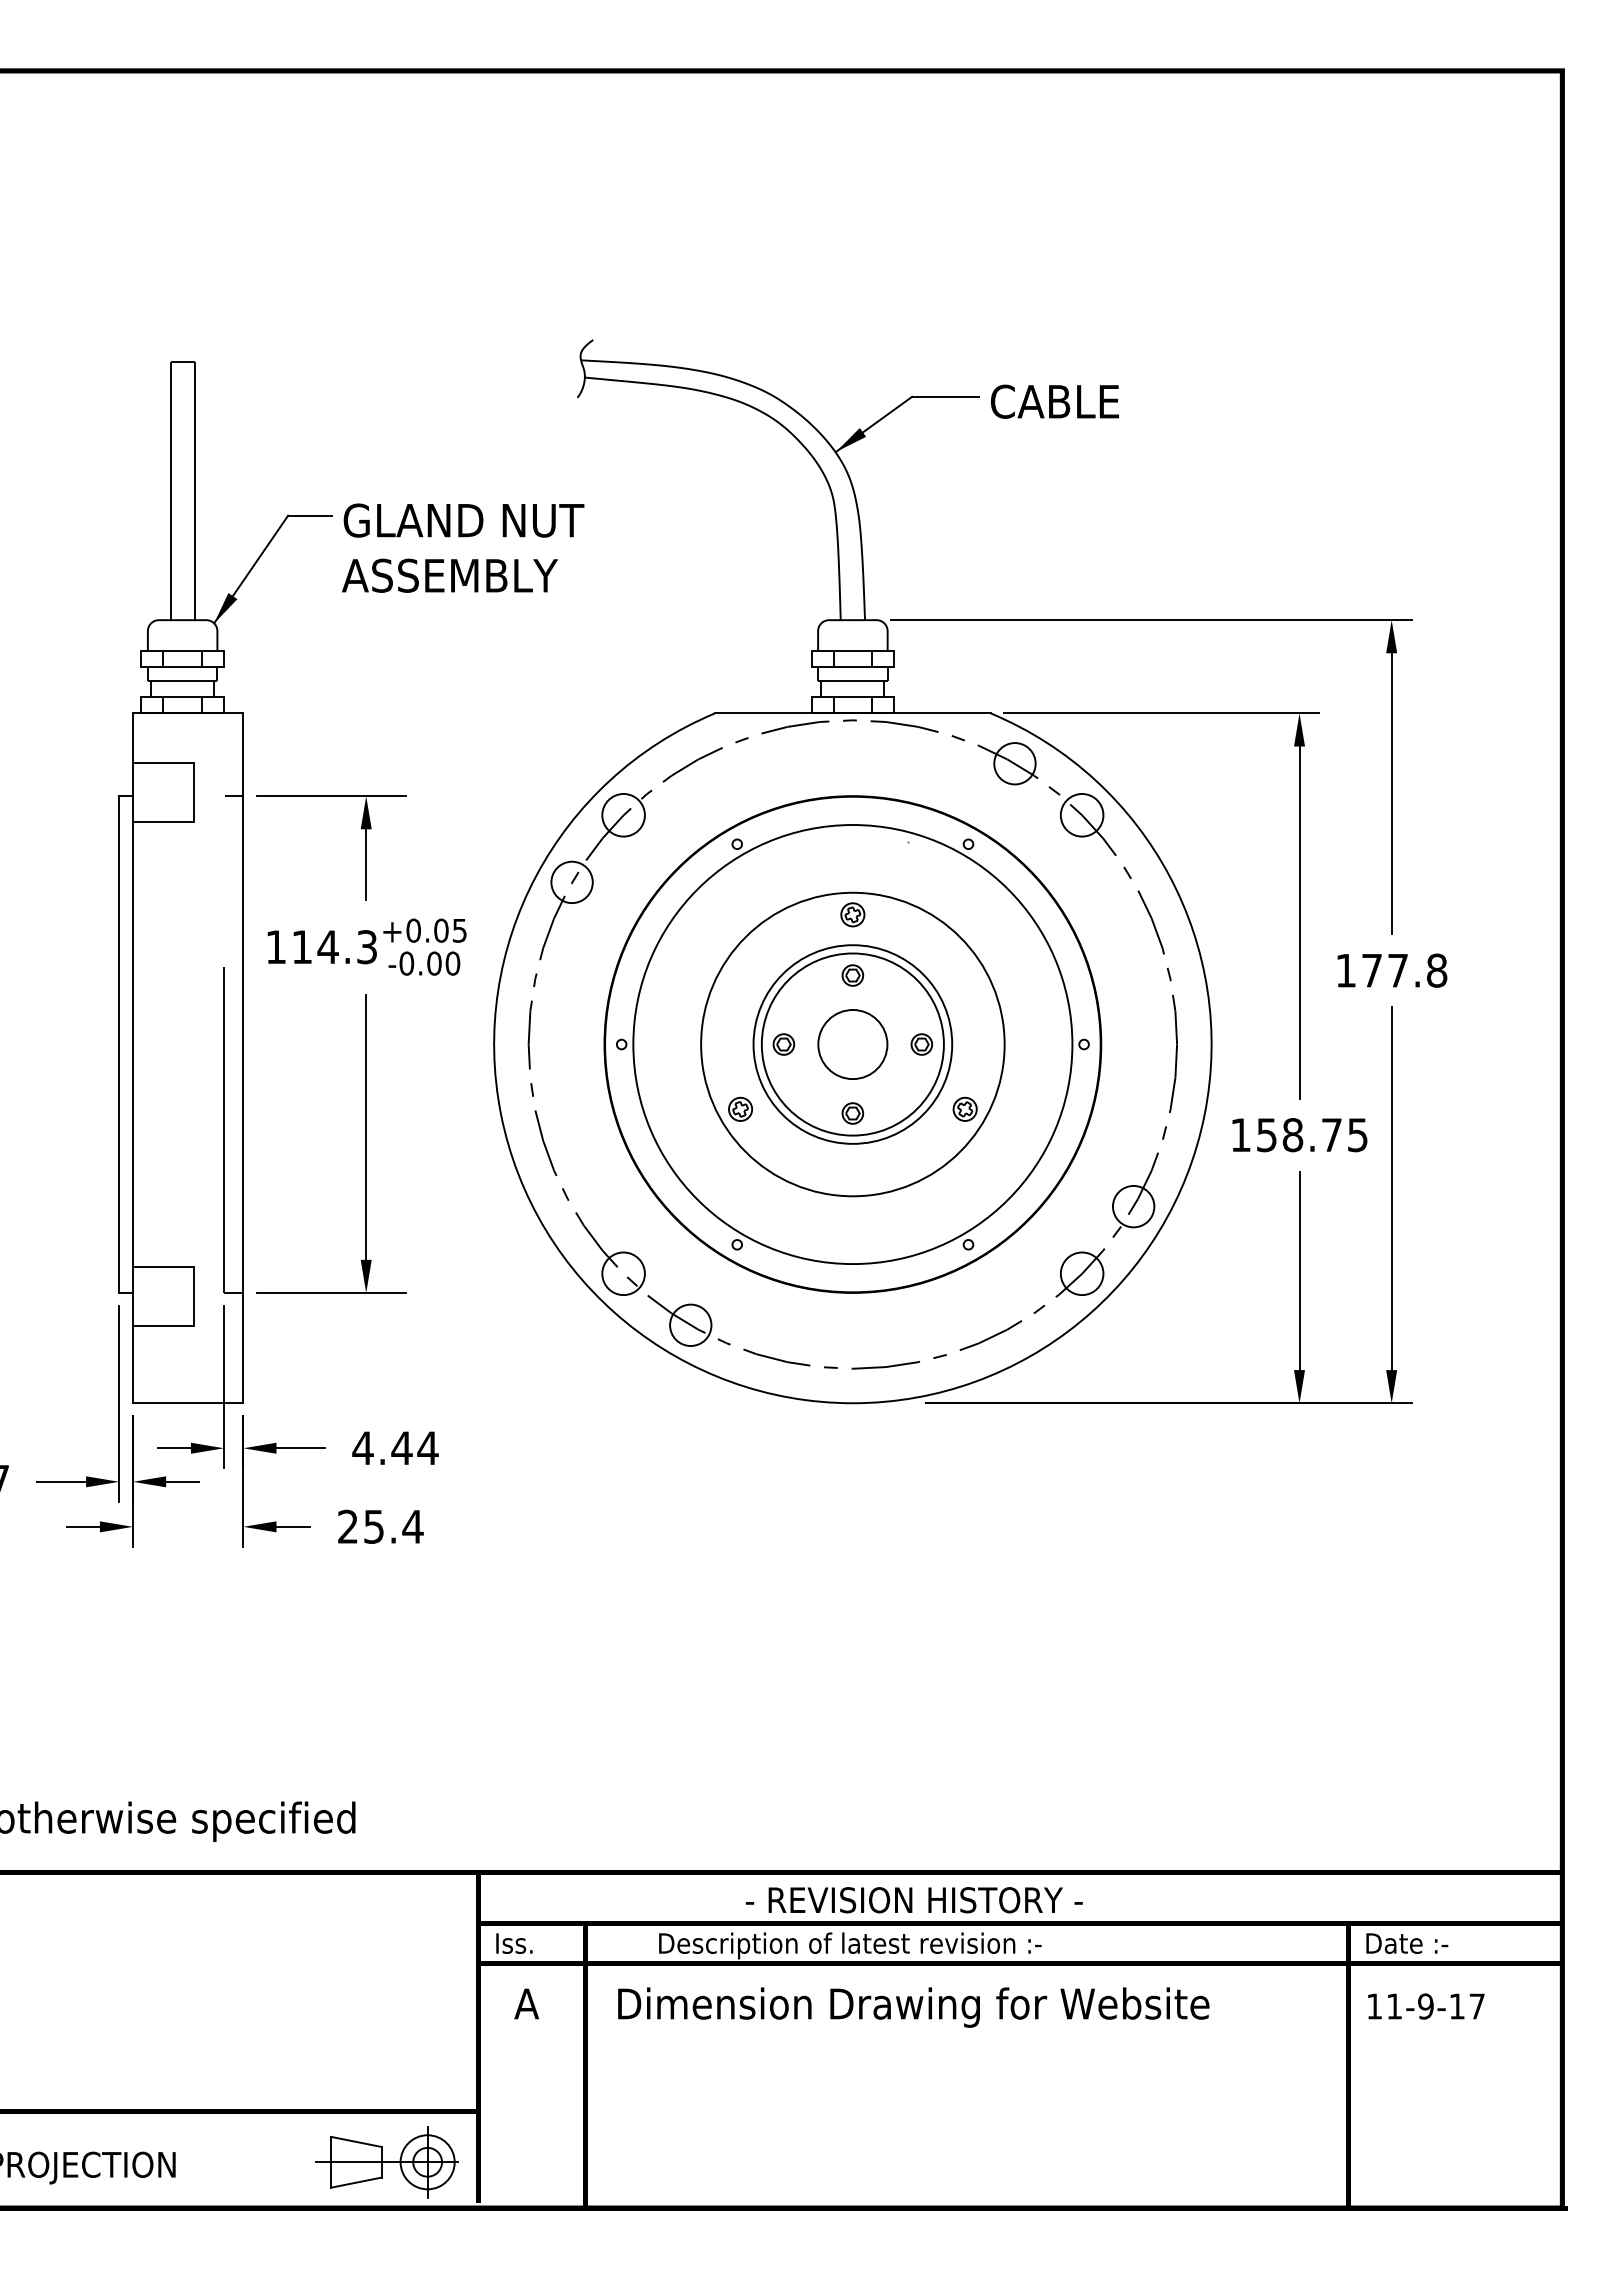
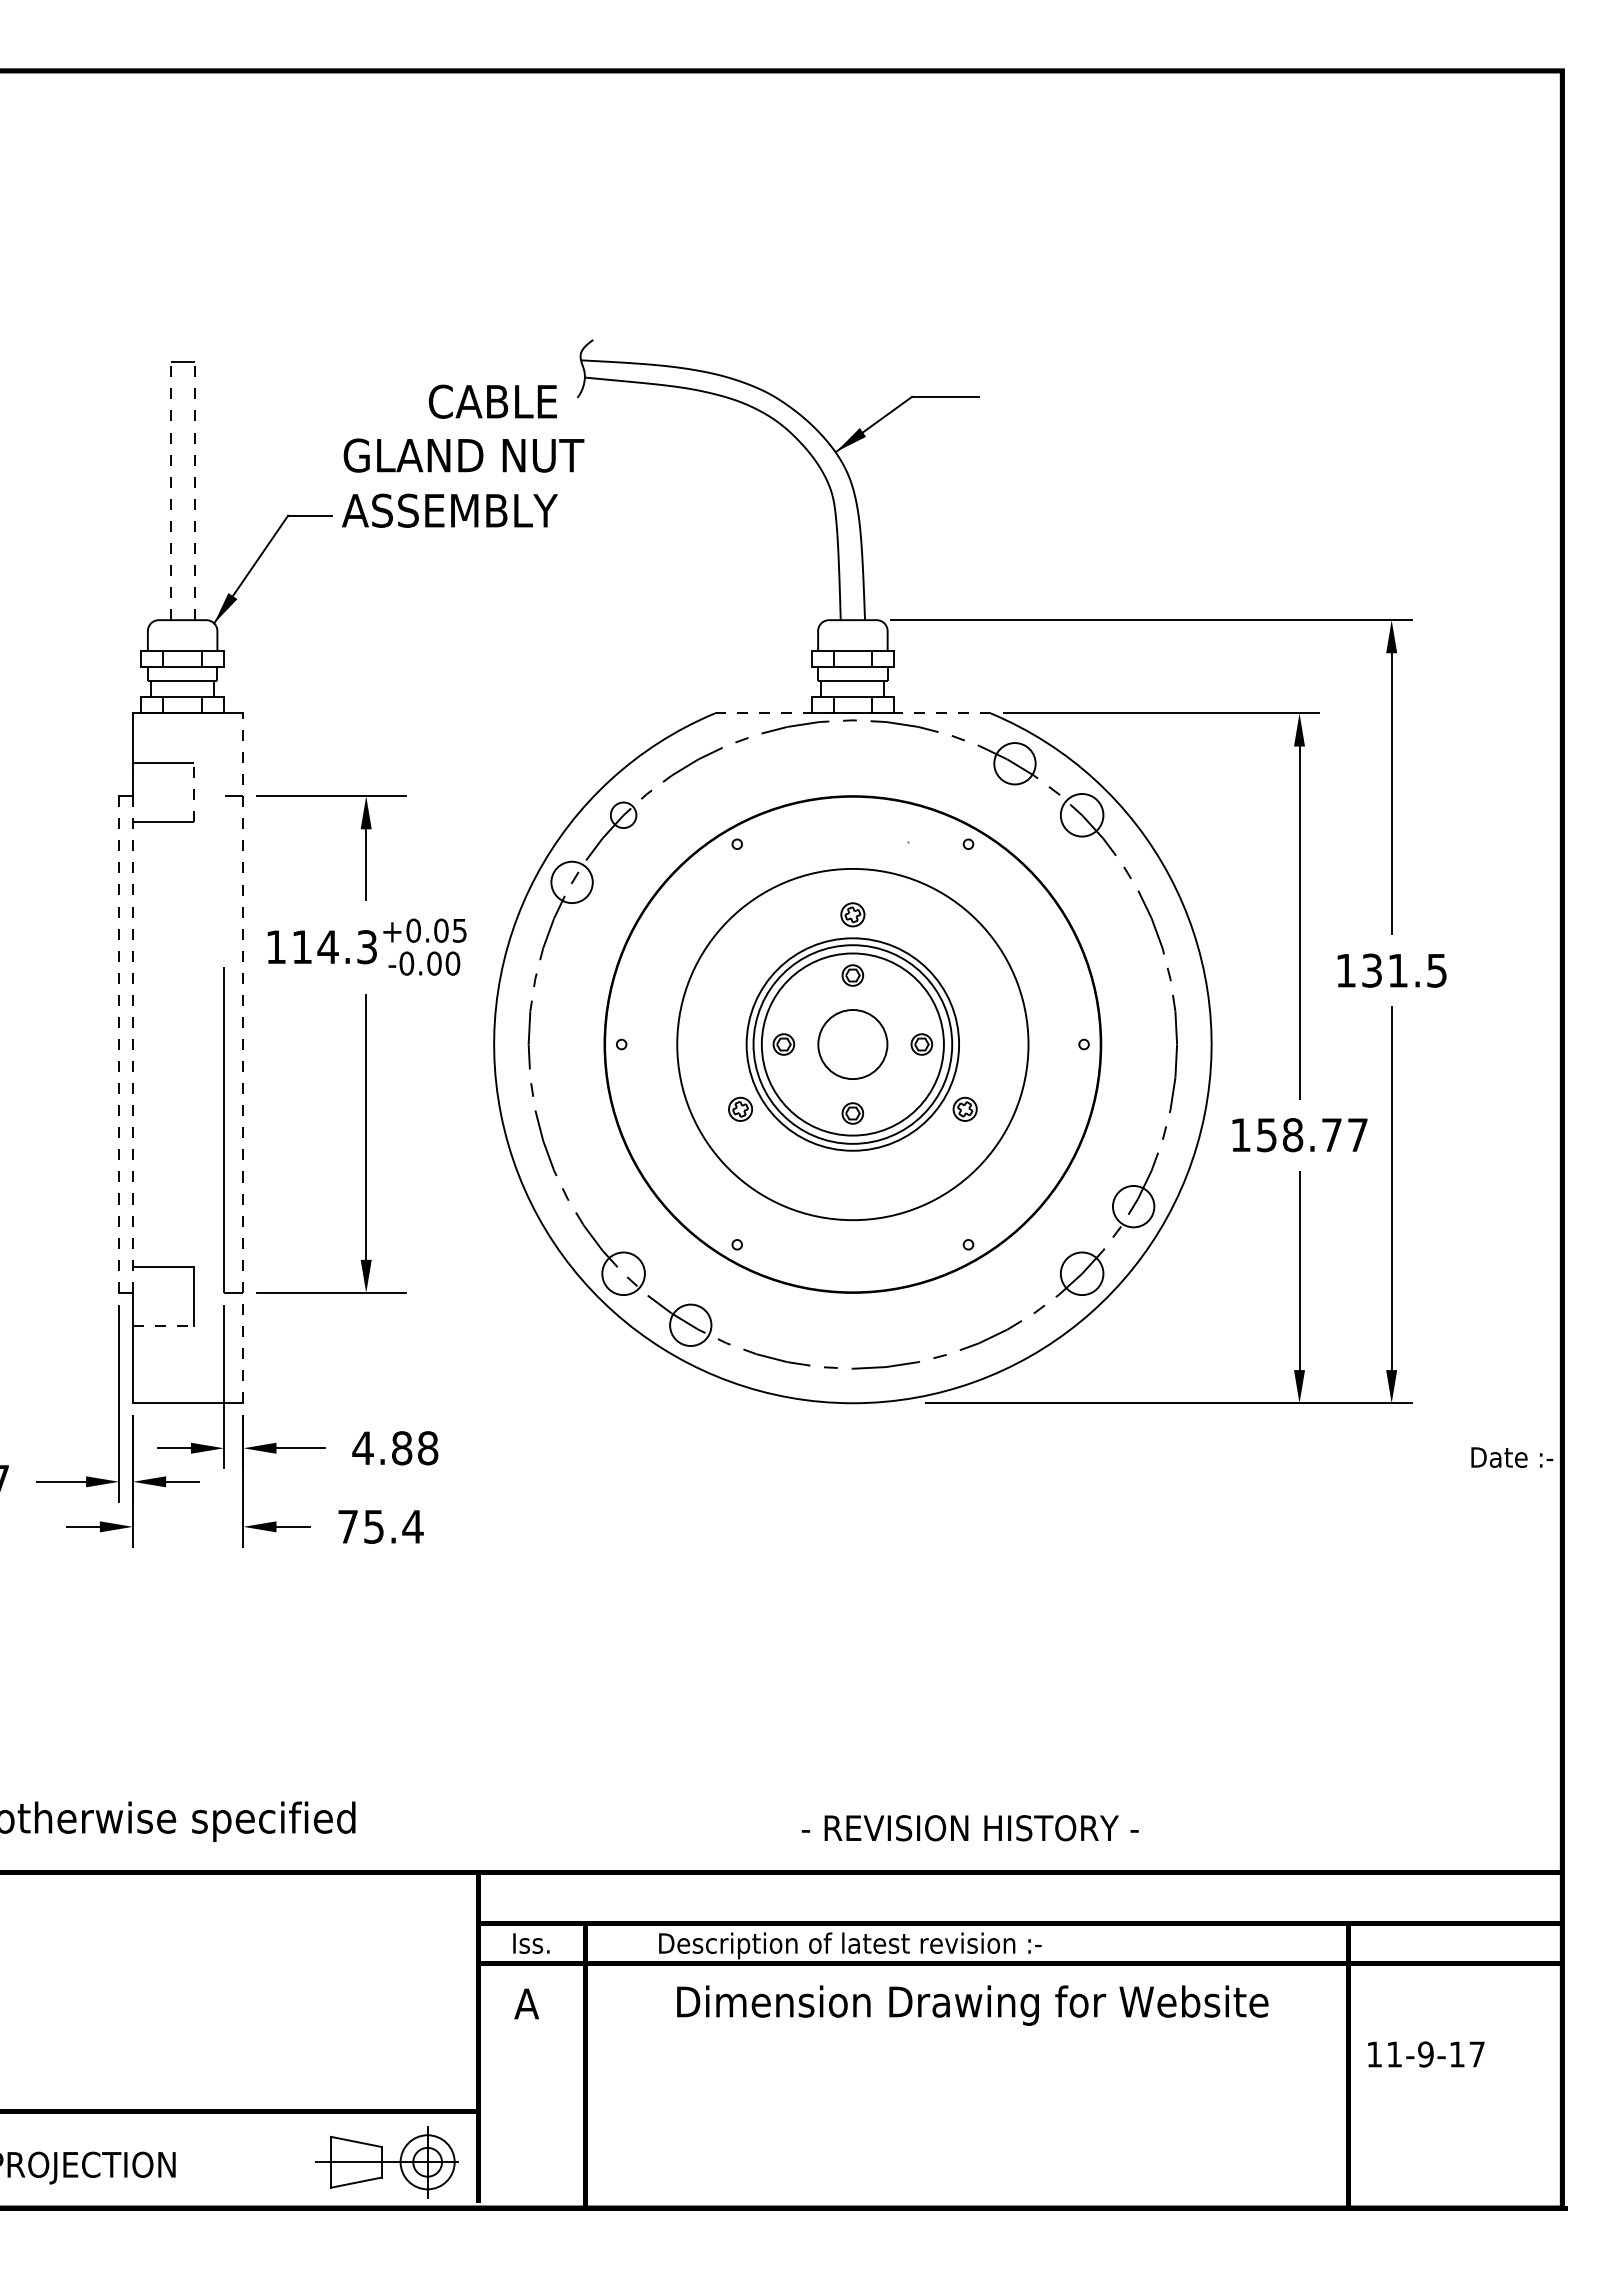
text at (1054, 401) position: (1054, 401) -> (492, 401)
line at (170, 491): solid -> dashed
line at (194, 491): solid -> dashed
text at (463, 547) position: (463, 547) -> (463, 482)
line at (852, 713): solid -> dashed
line at (193, 792): solid -> dashed
circle at (623, 814) diameter: 43 px -> 26 px
text at (1404, 970): 177.8 -> 131.5
circle at (852, 1044) diameter: 304 px -> 212 px
circle at (852, 1044) diameter: 439 px -> 351 px
line at (119, 1045): solid -> dashed
line at (132, 1045): solid -> dashed
line at (243, 1058): solid -> dashed
text at (1357, 1135): 158.75 -> 158.77
line at (163, 1325): solid -> dashed
text at (414, 1448): 4.44 -> 4.88
text at (347, 1526): 25.4 -> 75.4
text at (913, 1900) position: (913, 1900) -> (969, 1828)
text at (514, 1943) position: (514, 1943) -> (531, 1943)
text at (1407, 1943) position: (1407, 1943) -> (1512, 1457)
text at (1426, 2006) position: (1426, 2006) -> (1426, 2054)
text at (913, 2007) position: (913, 2007) -> (972, 2005)
